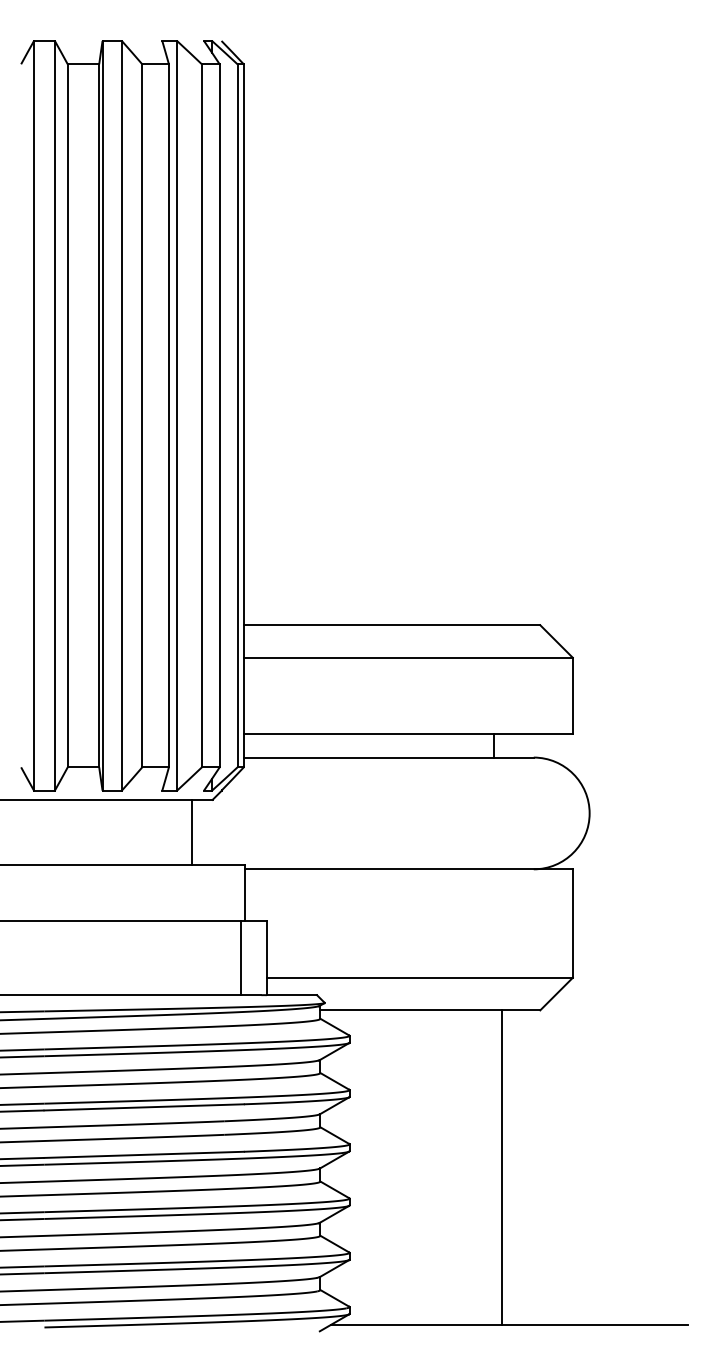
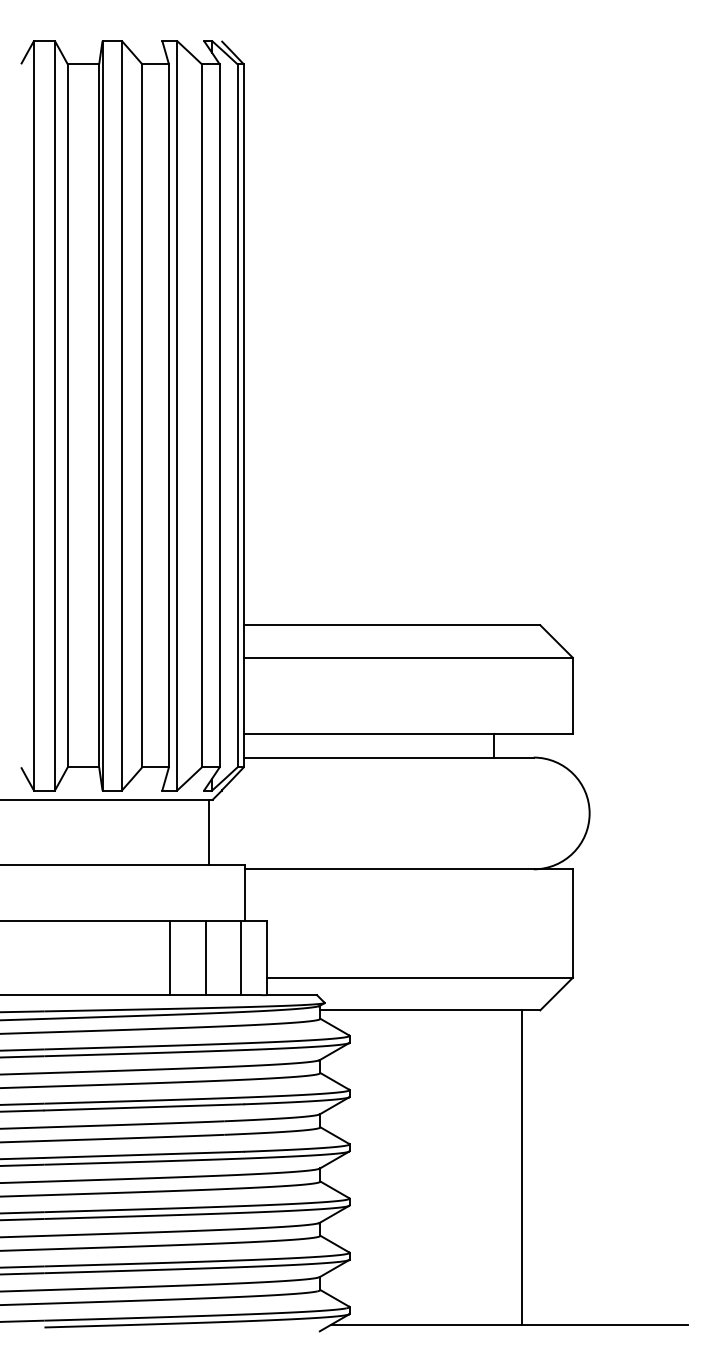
line at (191, 831) position: (191, 831) -> (208, 831)
line at (170, 958): none -> present
line at (206, 958): none -> present
line at (501, 1167) position: (501, 1167) -> (521, 1167)
